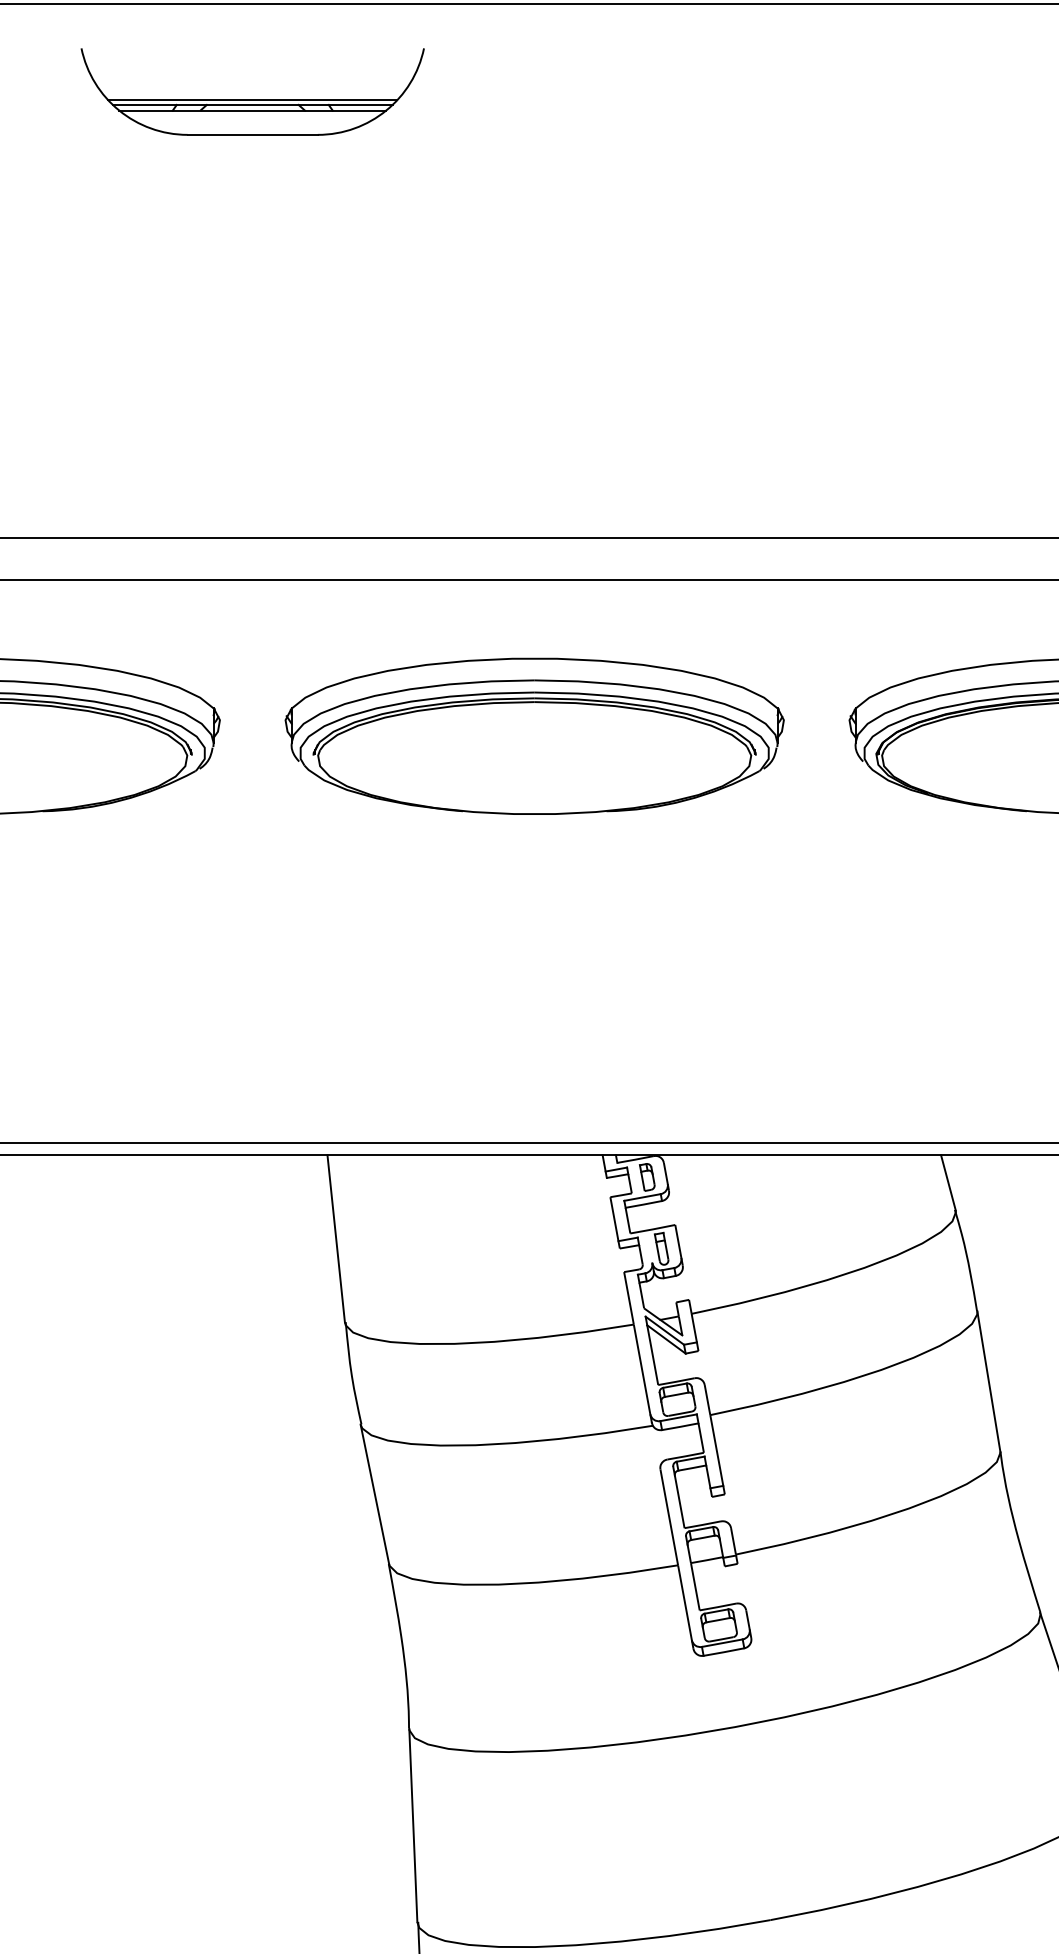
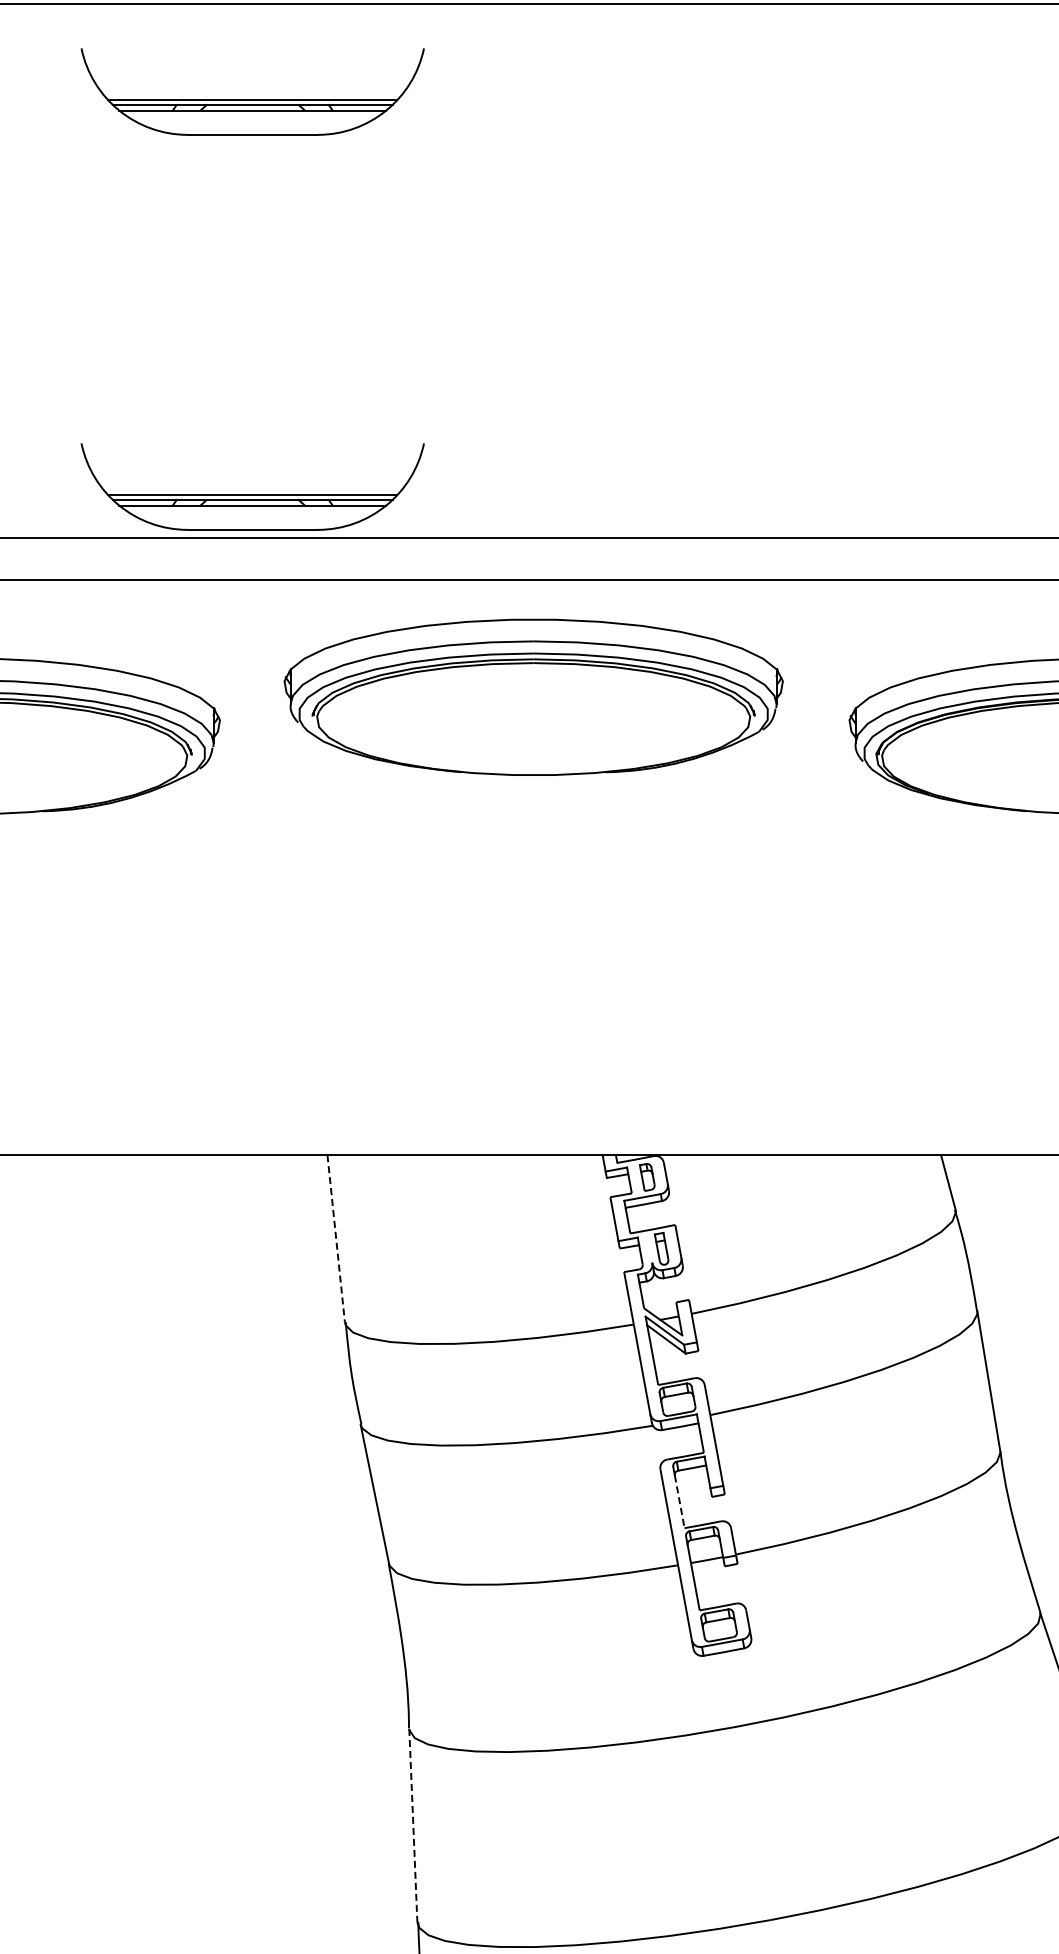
part at (252, 494): none -> present
part at (534, 735) position: (534, 735) -> (533, 696)
line at (528, 1143): present -> none
line at (336, 1239): solid -> dashed
line at (679, 1501): solid -> dashed
line at (413, 1825): solid -> dashed
